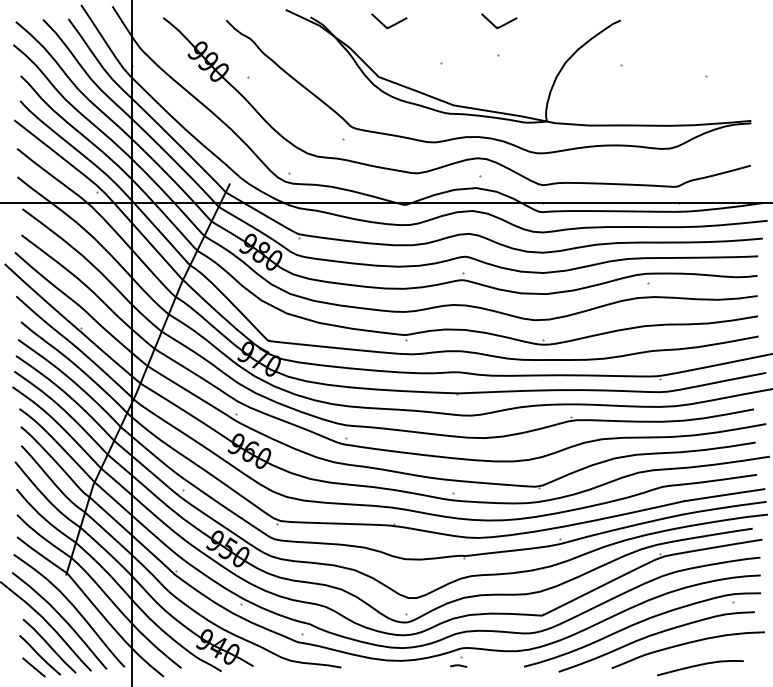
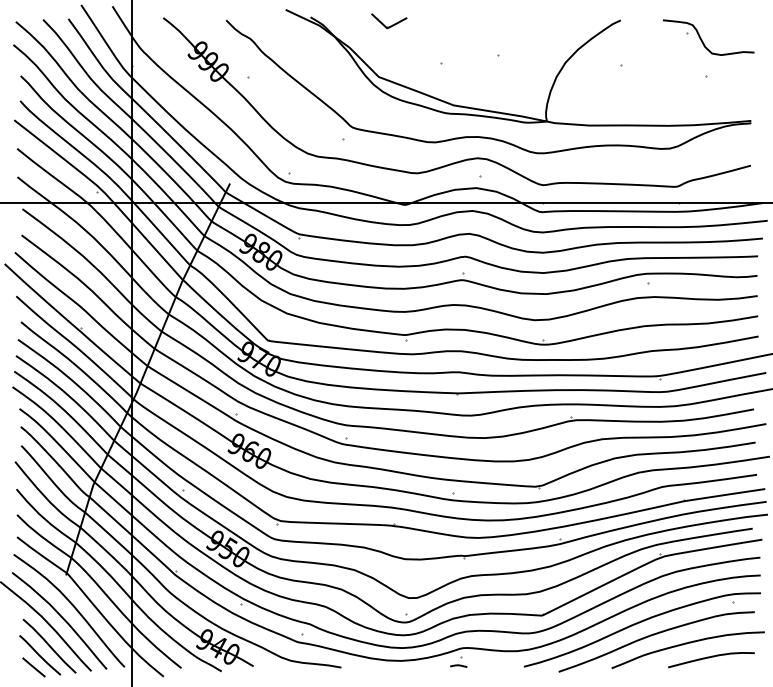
part at (499, 20): present -> none
part at (702, 39): none -> present
curve at (698, 666) position: (698, 666) -> (709, 658)
